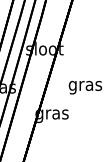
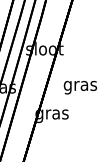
text at (85, 87) position: (85, 87) -> (80, 87)
